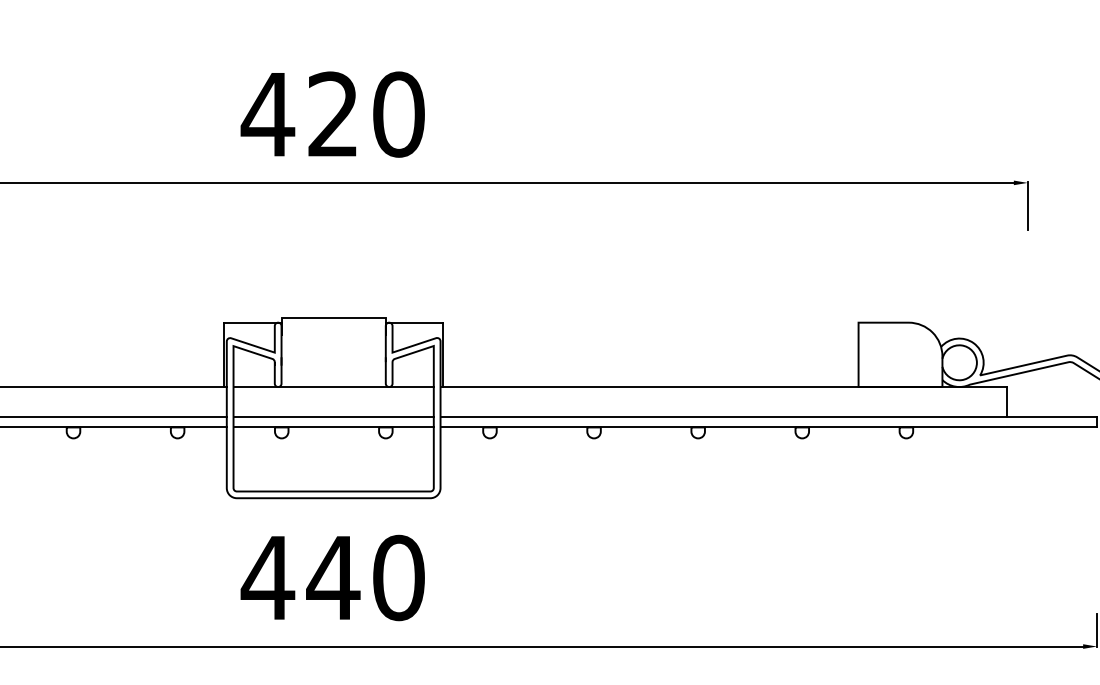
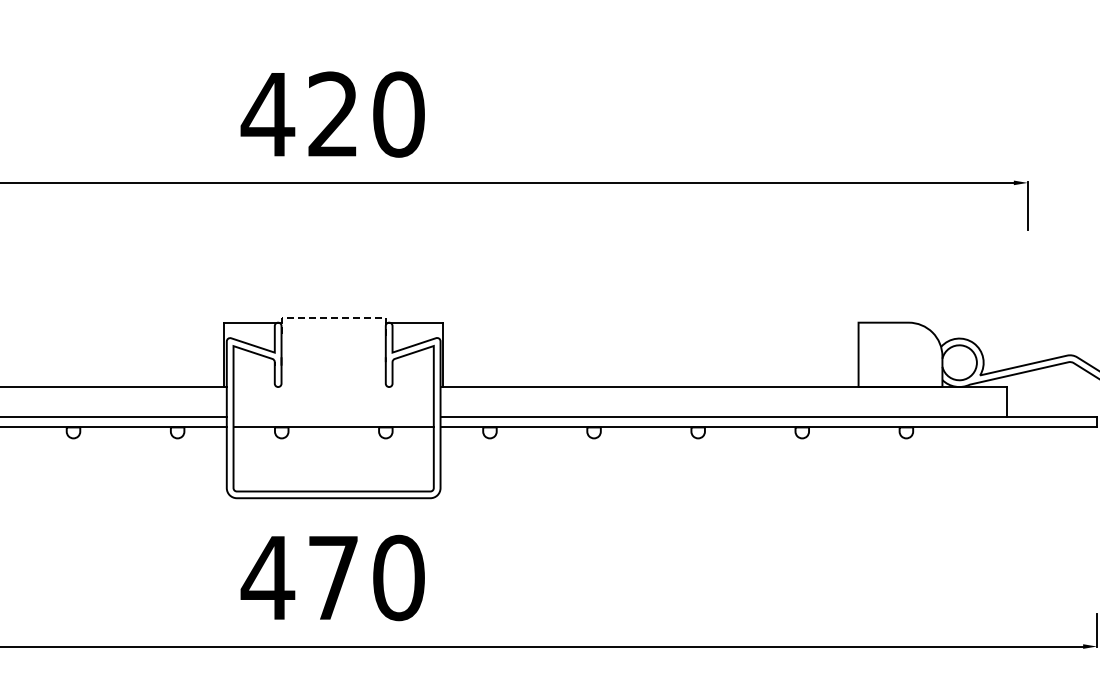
line at (333, 317): solid -> dashed
line at (333, 387): present -> none
line at (333, 417): present -> none
text at (333, 577): 440 -> 470
